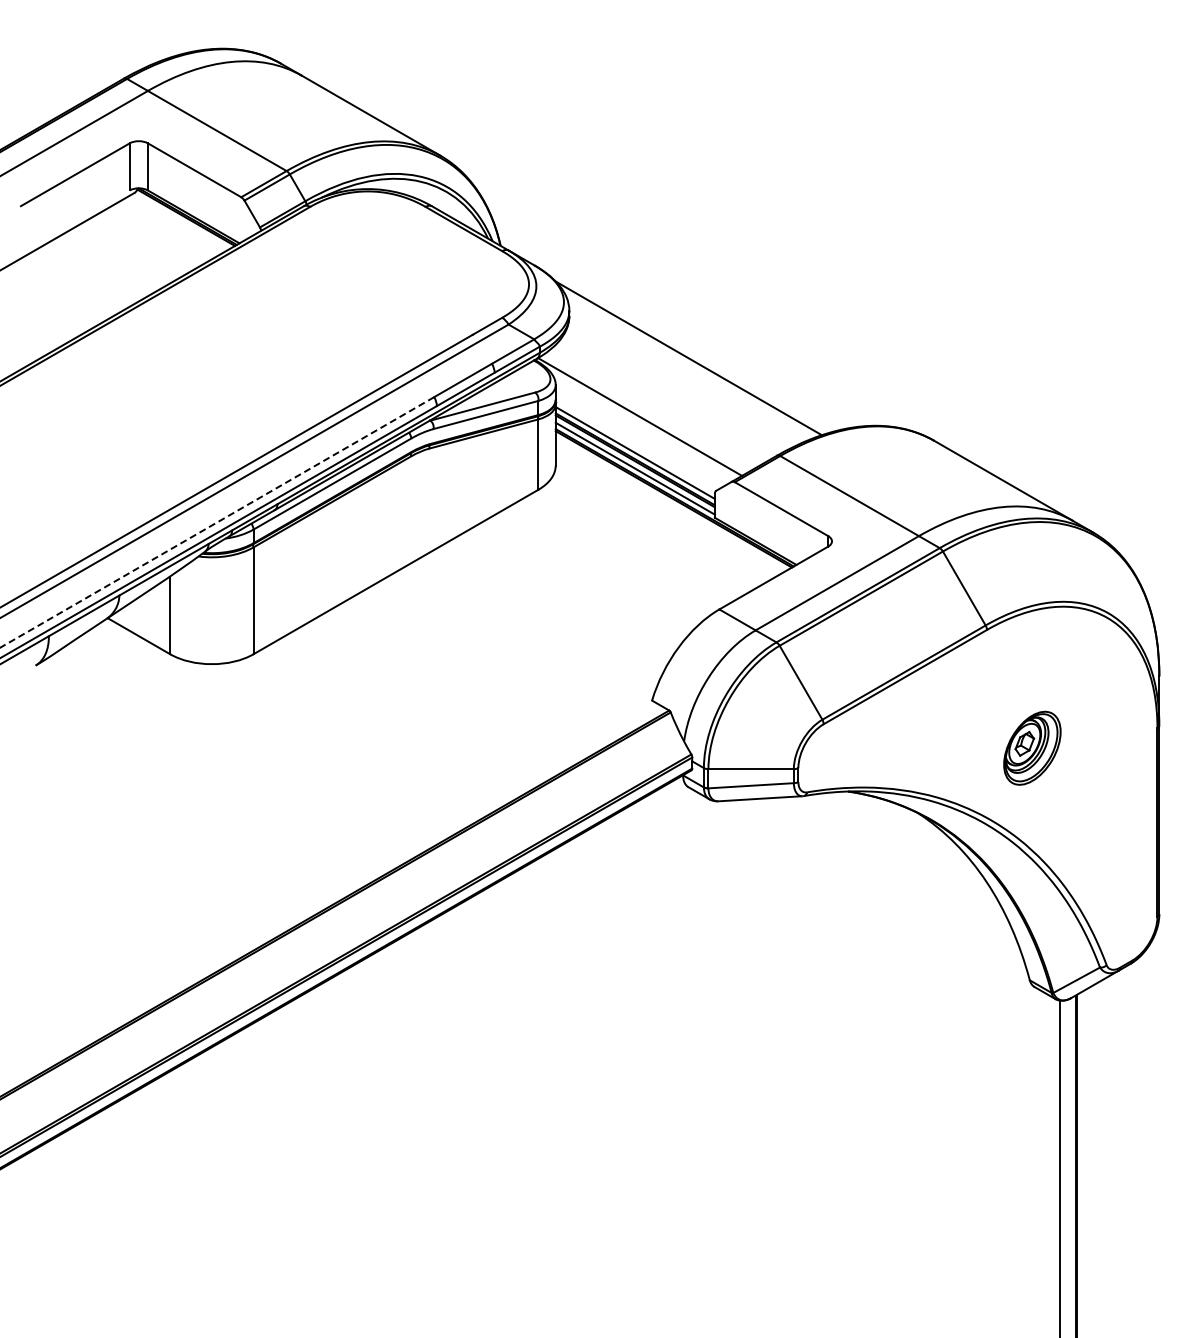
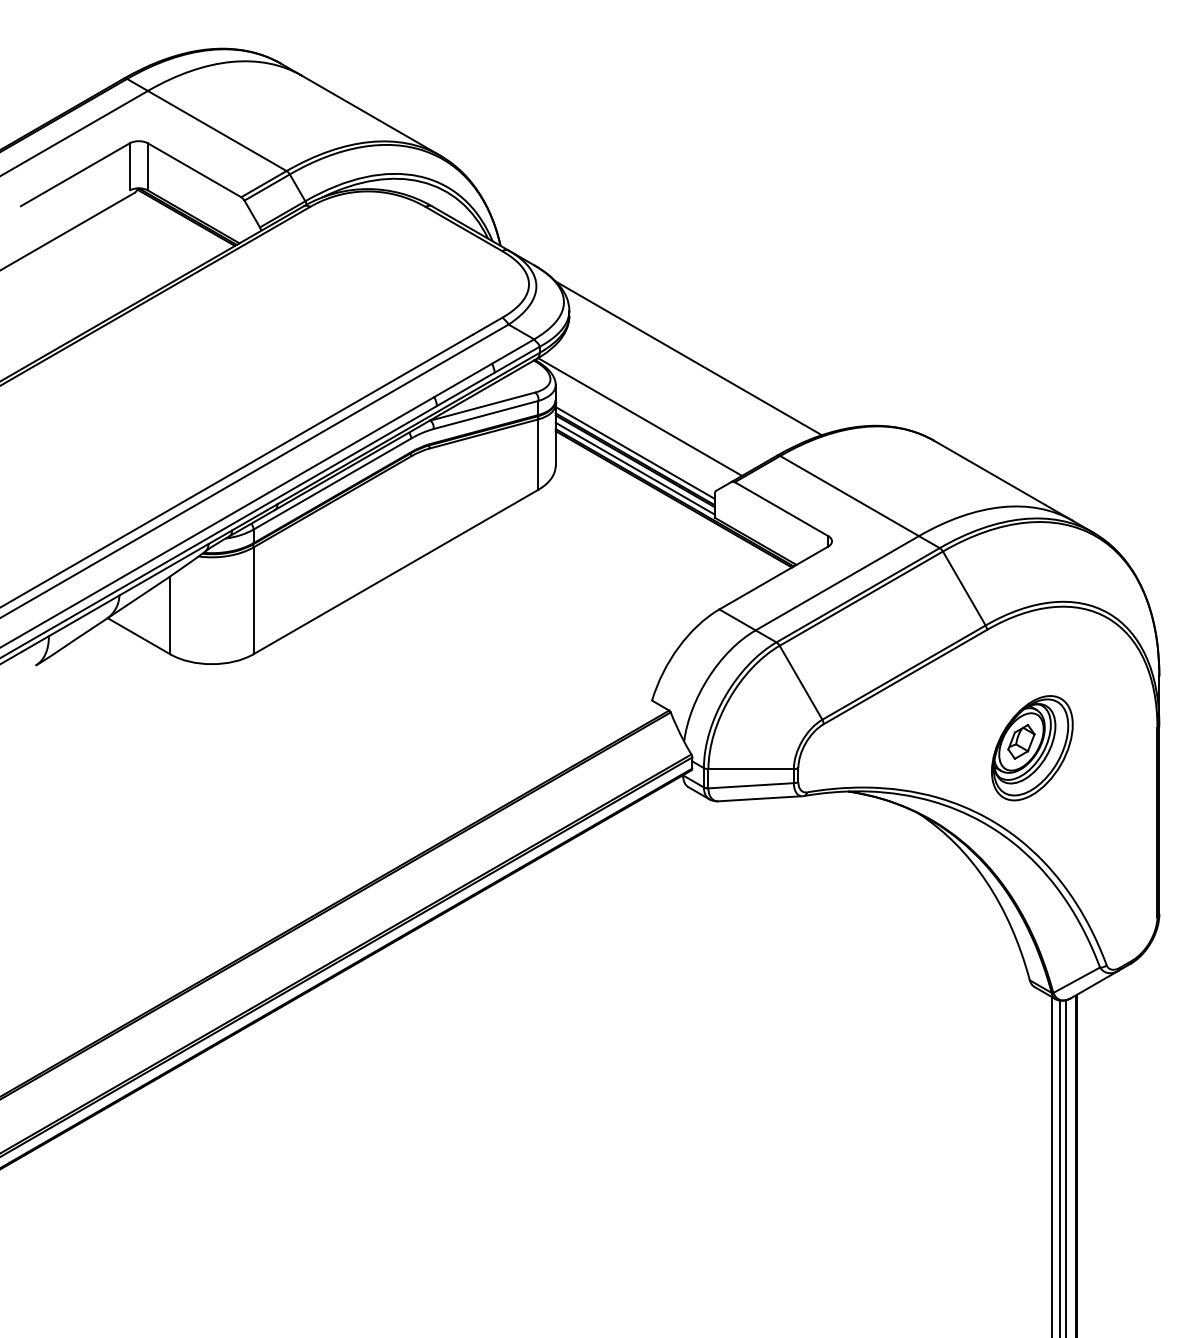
line at (217, 522): dashed -> solid
part at (1032, 747) size: 59x76 px -> 83x107 px
line at (1052, 1165): none -> present
line at (1065, 1167): none -> present
